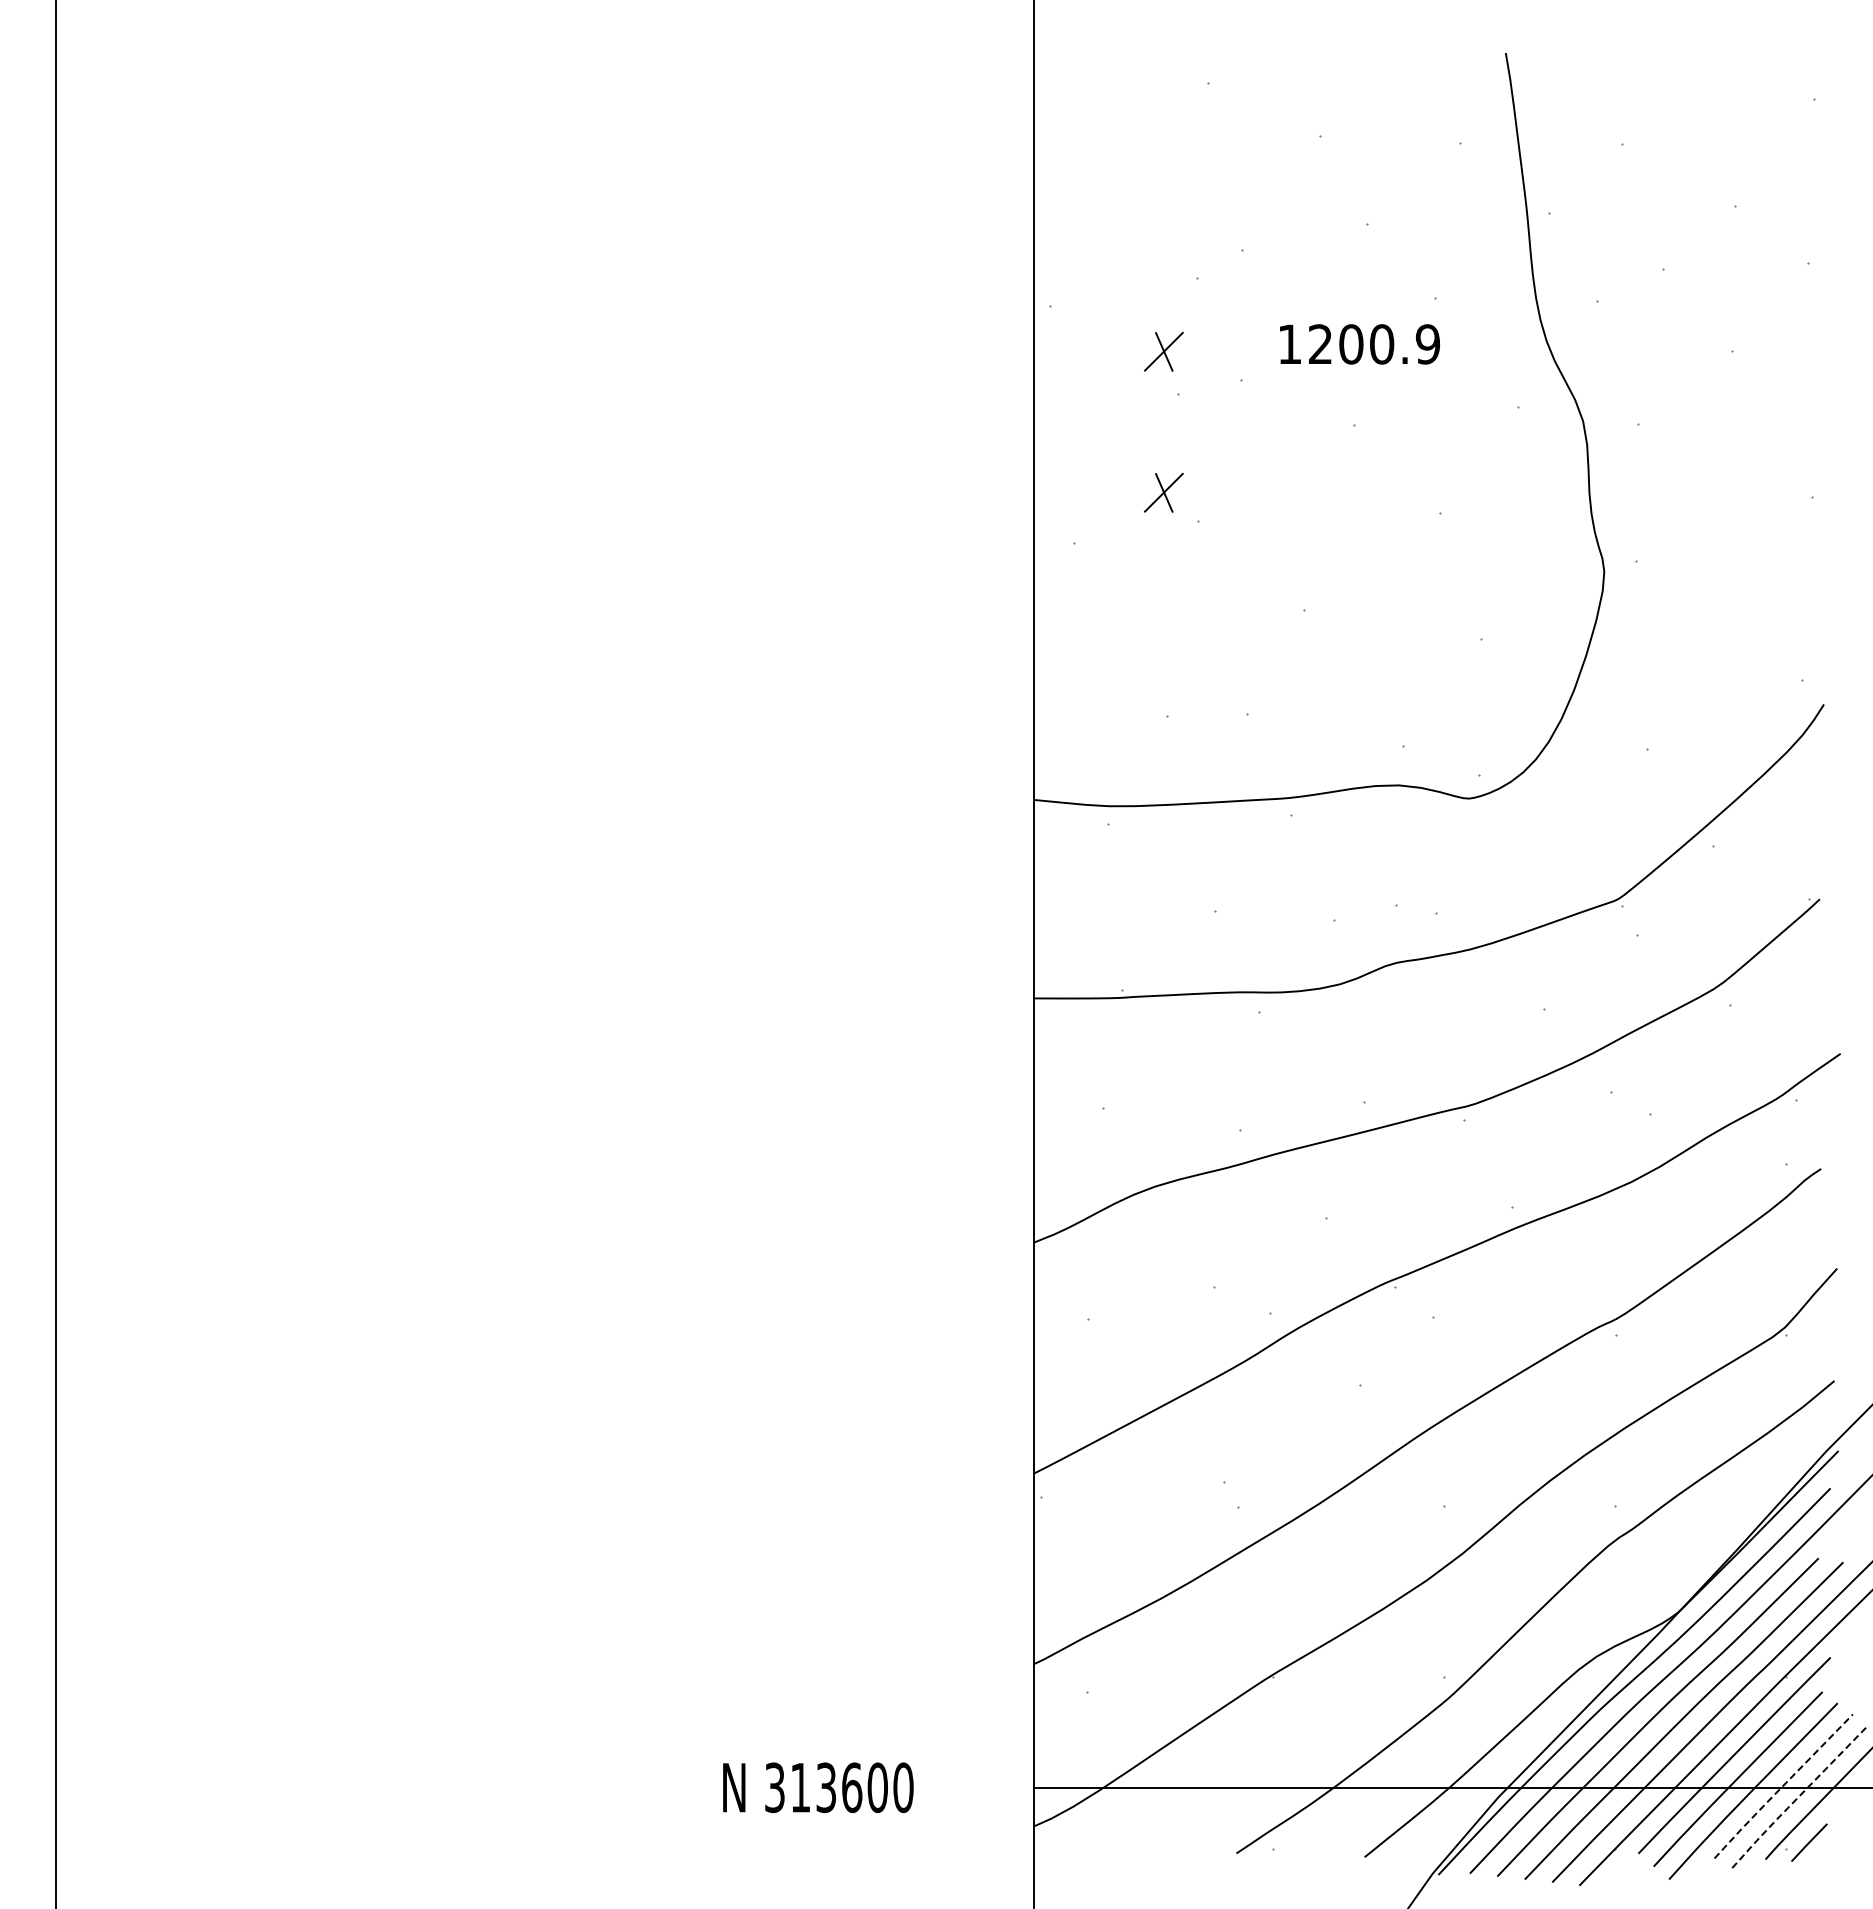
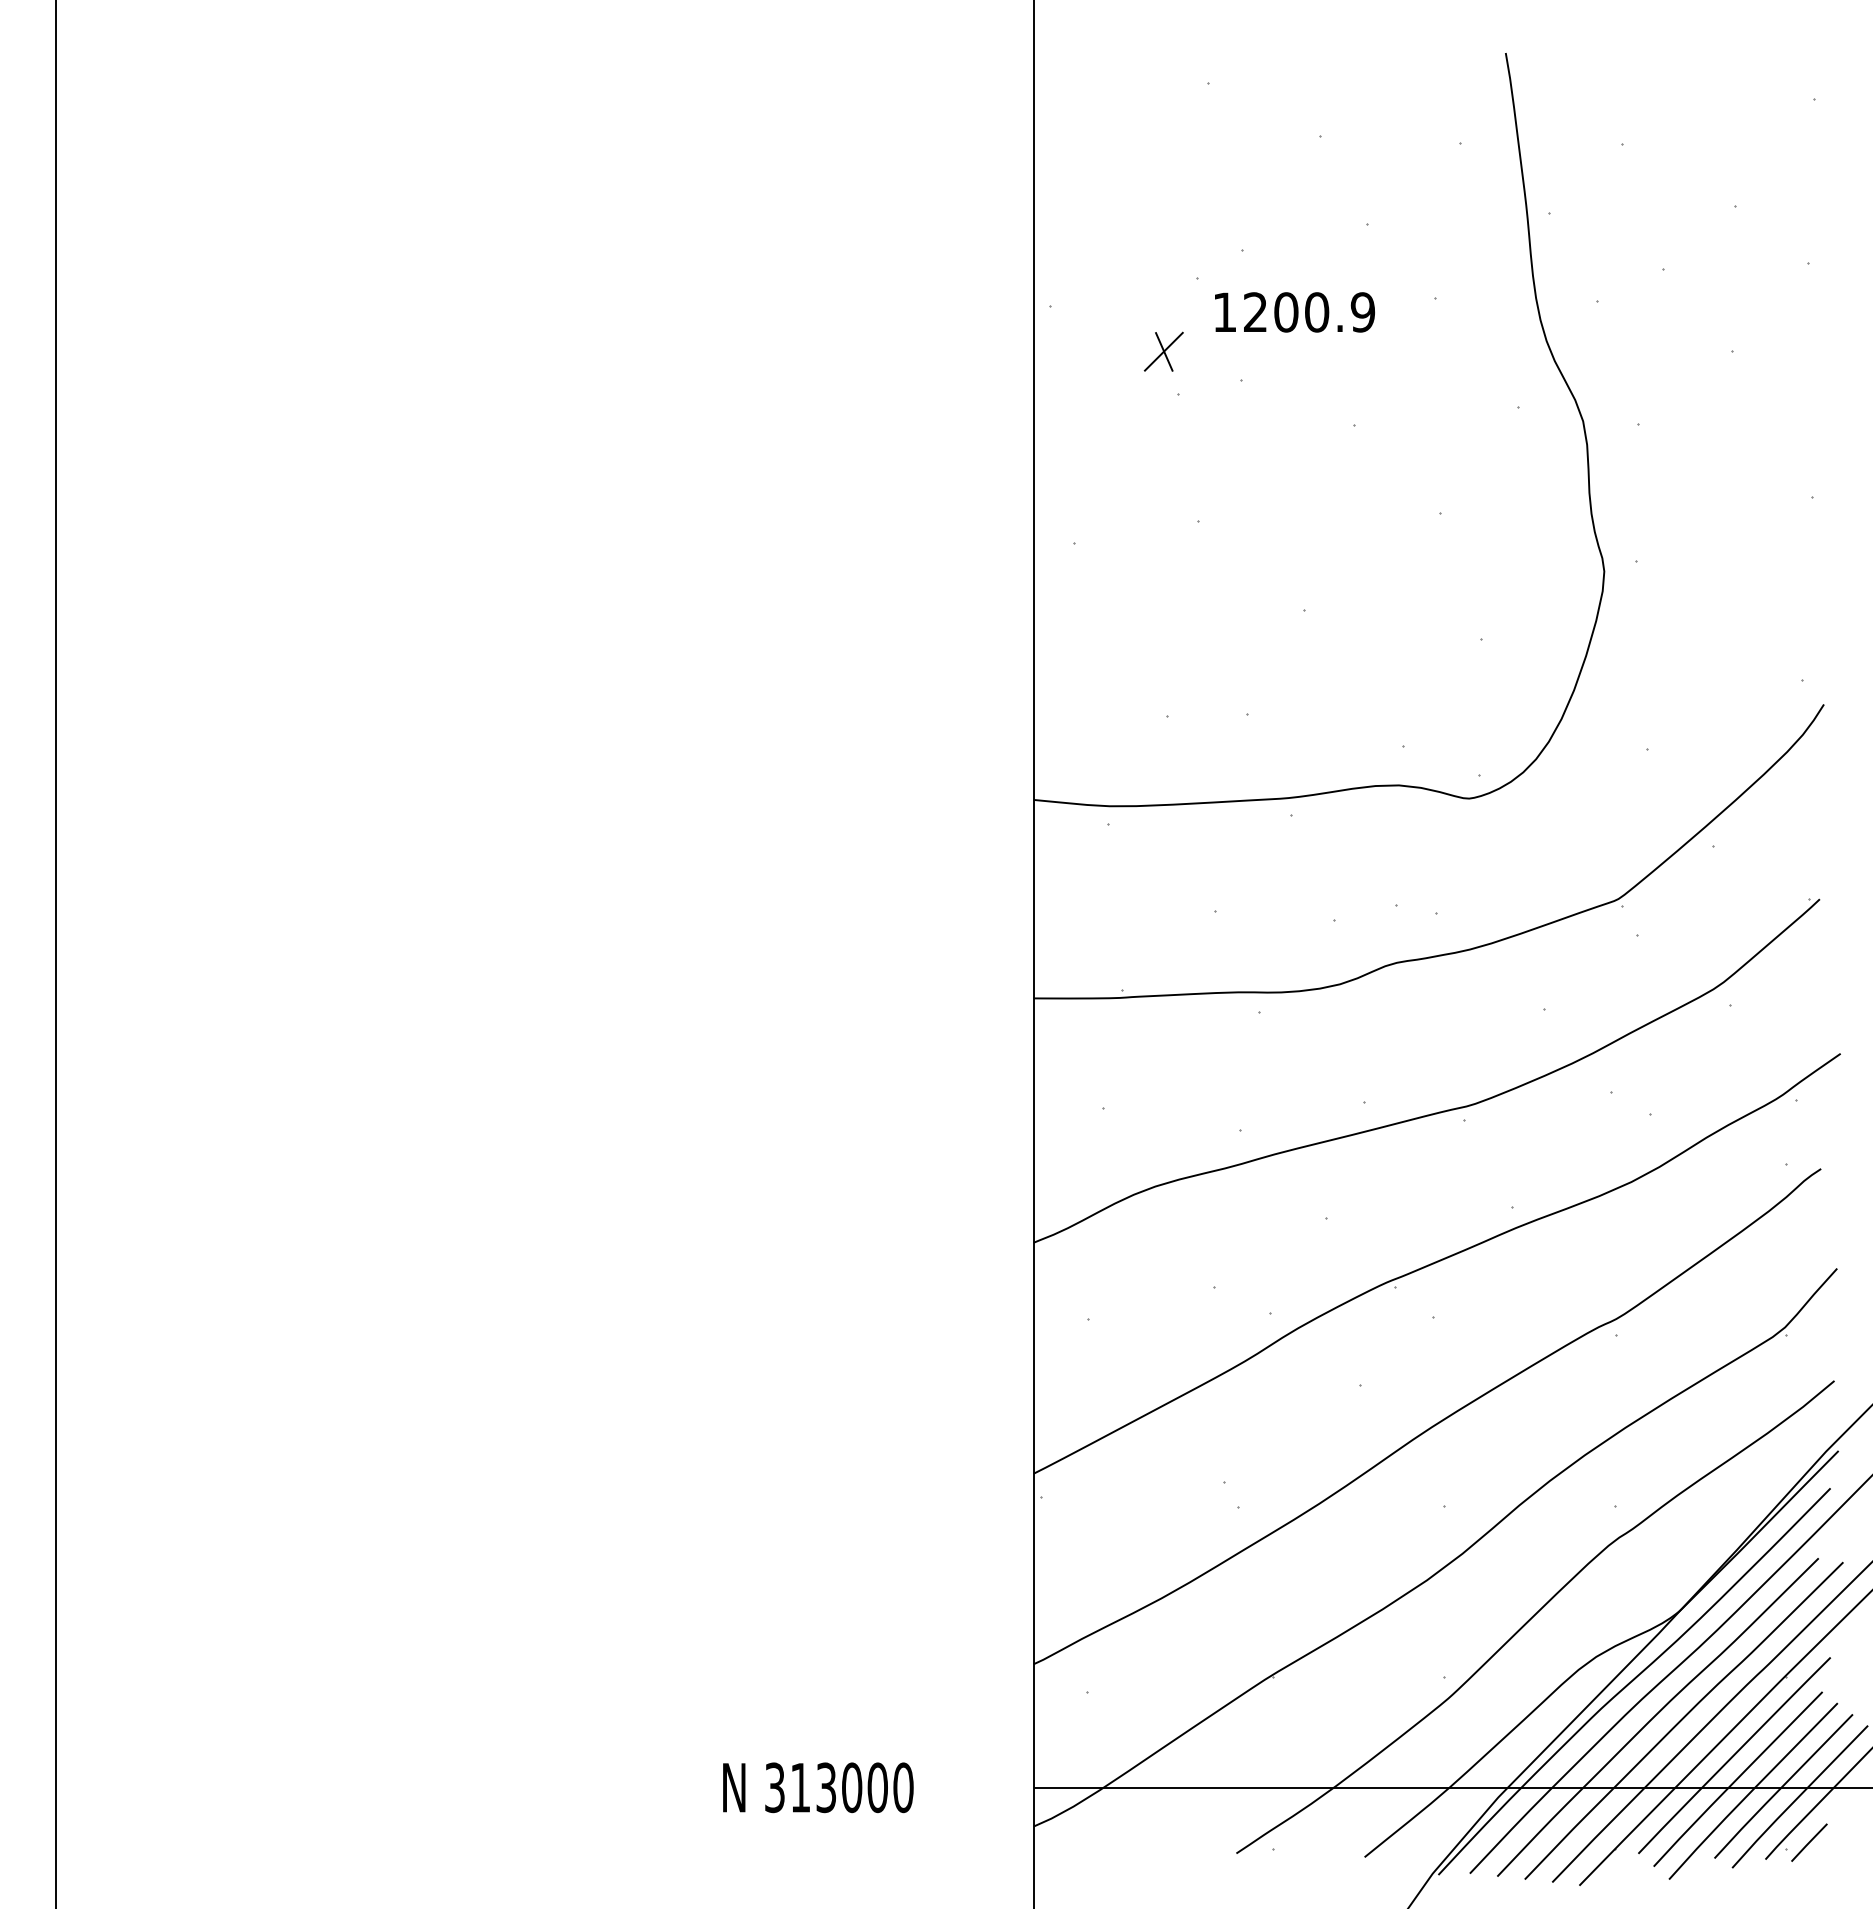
text at (1359, 344) position: (1359, 344) -> (1294, 312)
part at (1163, 492): present -> none
text at (852, 1787): 313600 -> 313000
line at (1782, 1787): dashed -> solid
line at (1798, 1796): dashed -> solid
